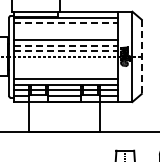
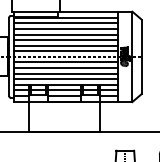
line at (66, 23): dashed -> solid
line at (65, 28): none -> present
line at (65, 34): none -> present
line at (66, 45): dashed -> solid
line at (66, 51): dashed -> solid
line at (141, 57): dashed -> solid
line at (65, 62): none -> present
line at (65, 68): none -> present
line at (65, 73): none -> present
